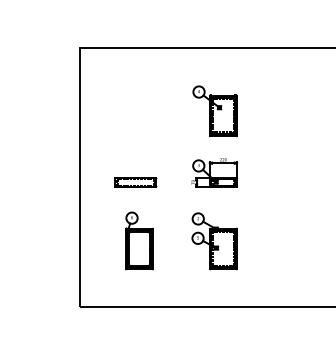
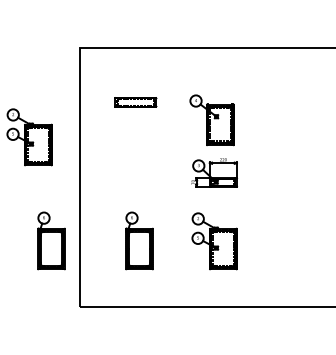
part at (214, 111) position: (214, 111) -> (211, 120)
part at (29, 137): none -> present
part at (135, 182) position: (135, 182) -> (135, 102)
part at (51, 240): none -> present
